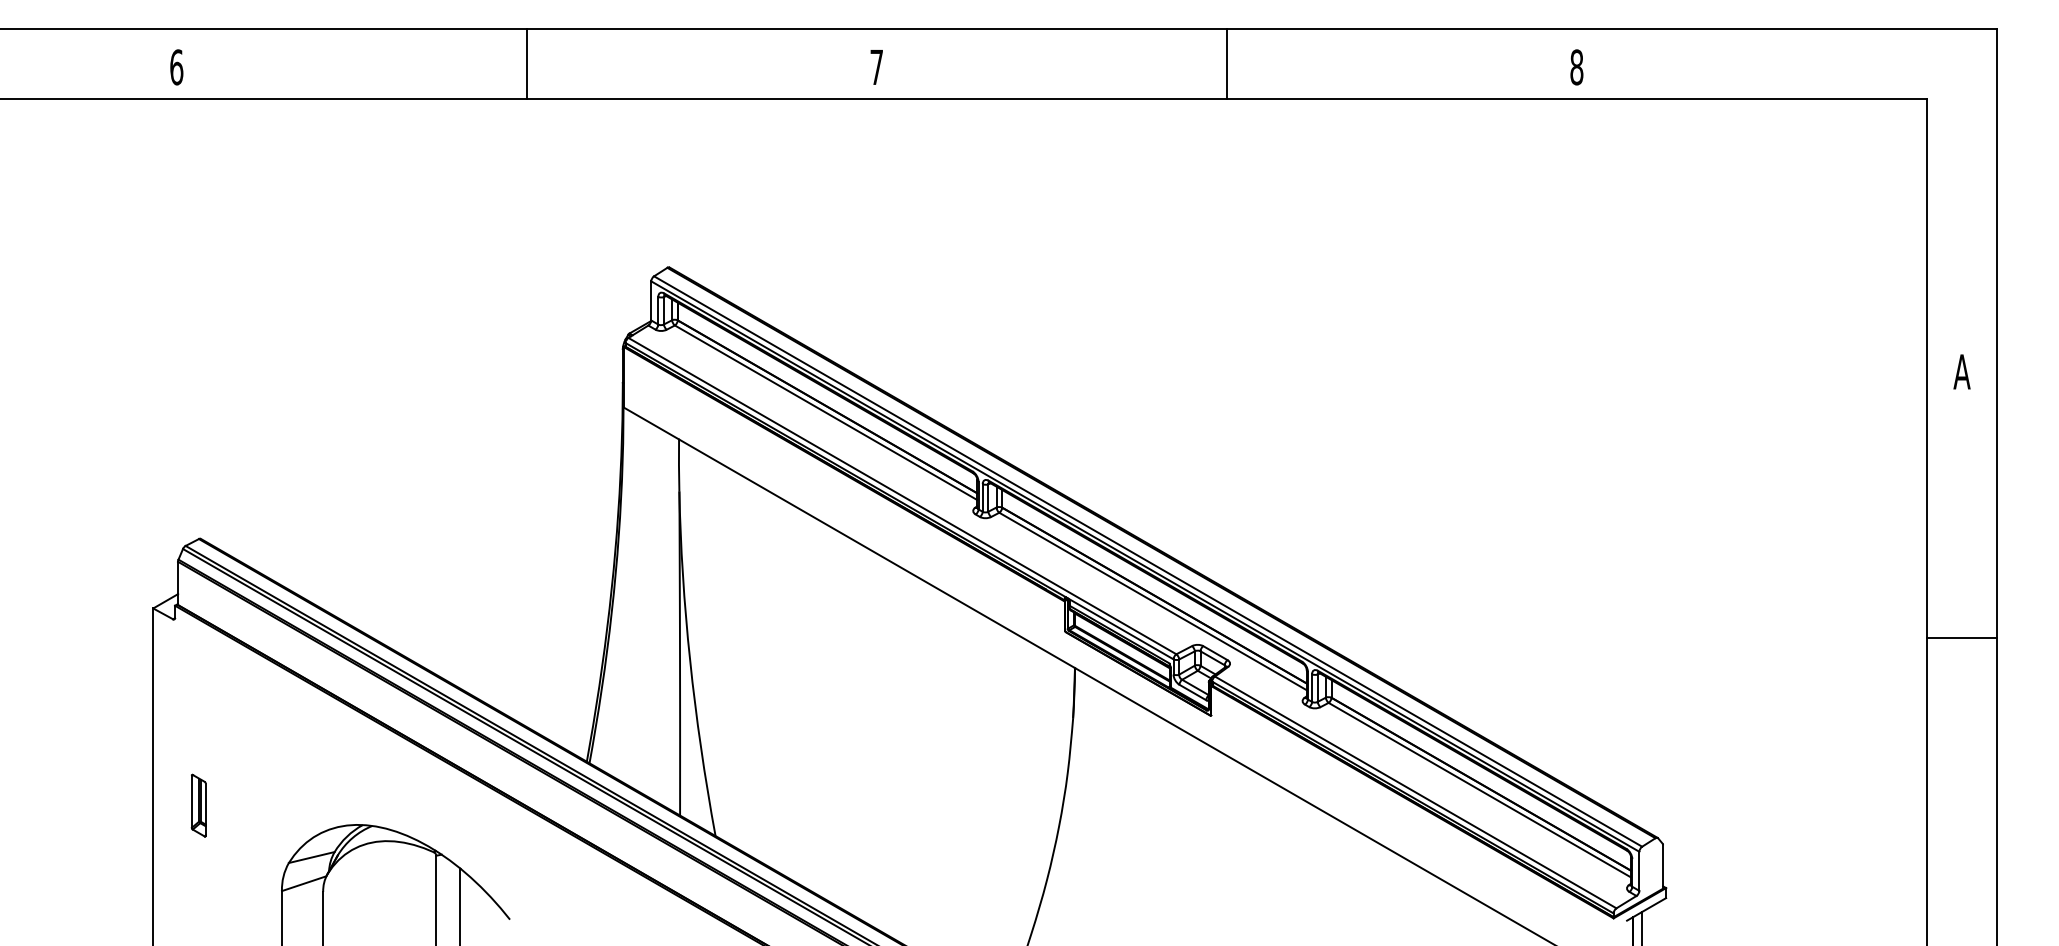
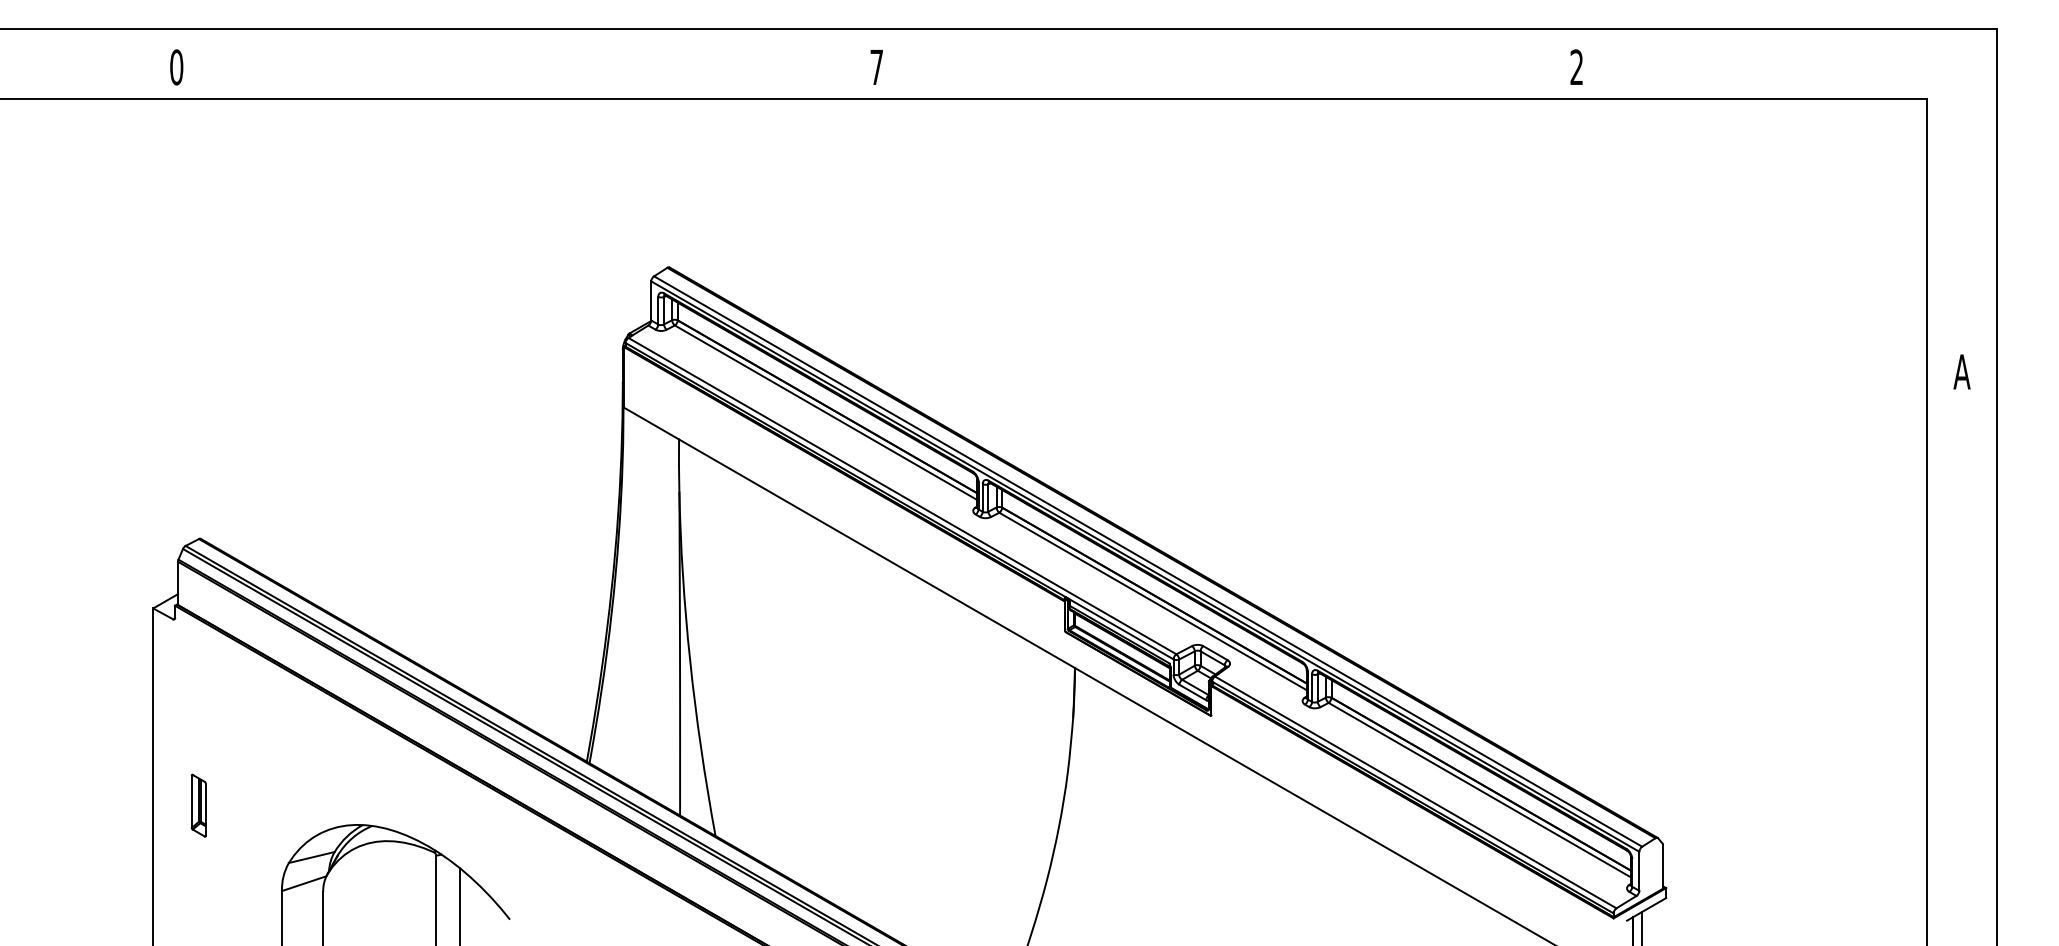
line at (527, 63): present -> none
line at (1227, 63): present -> none
text at (176, 67): 6 -> 0
text at (1576, 67): 8 -> 2
line at (1962, 637): present -> none
